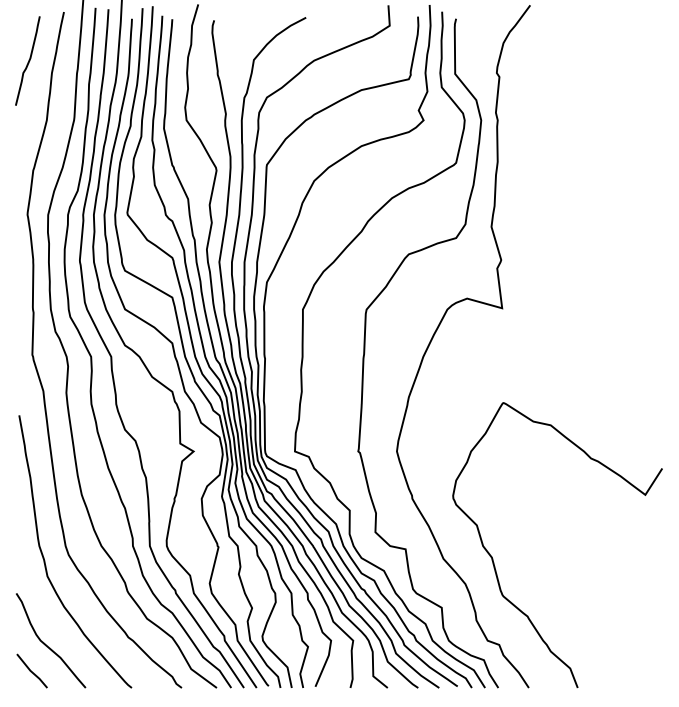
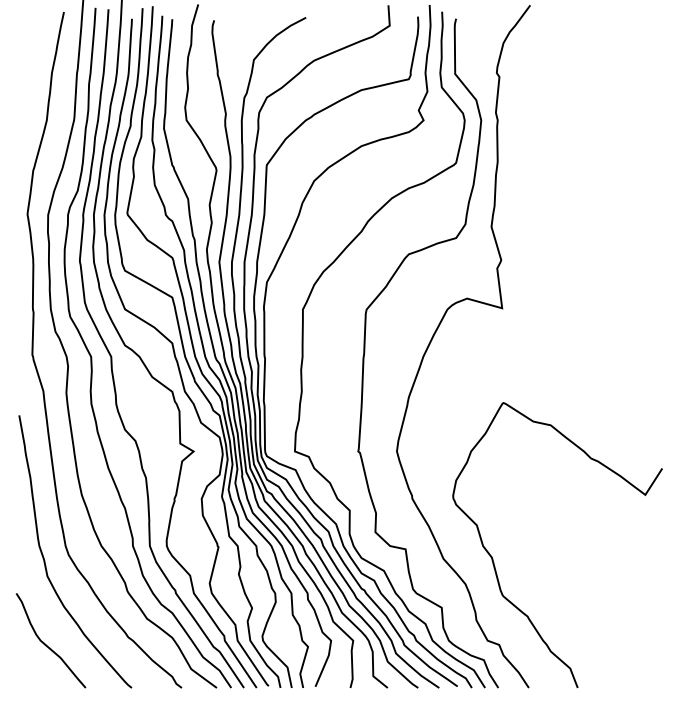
curve at (28, 60): present -> none
line at (31, 670): present -> none
